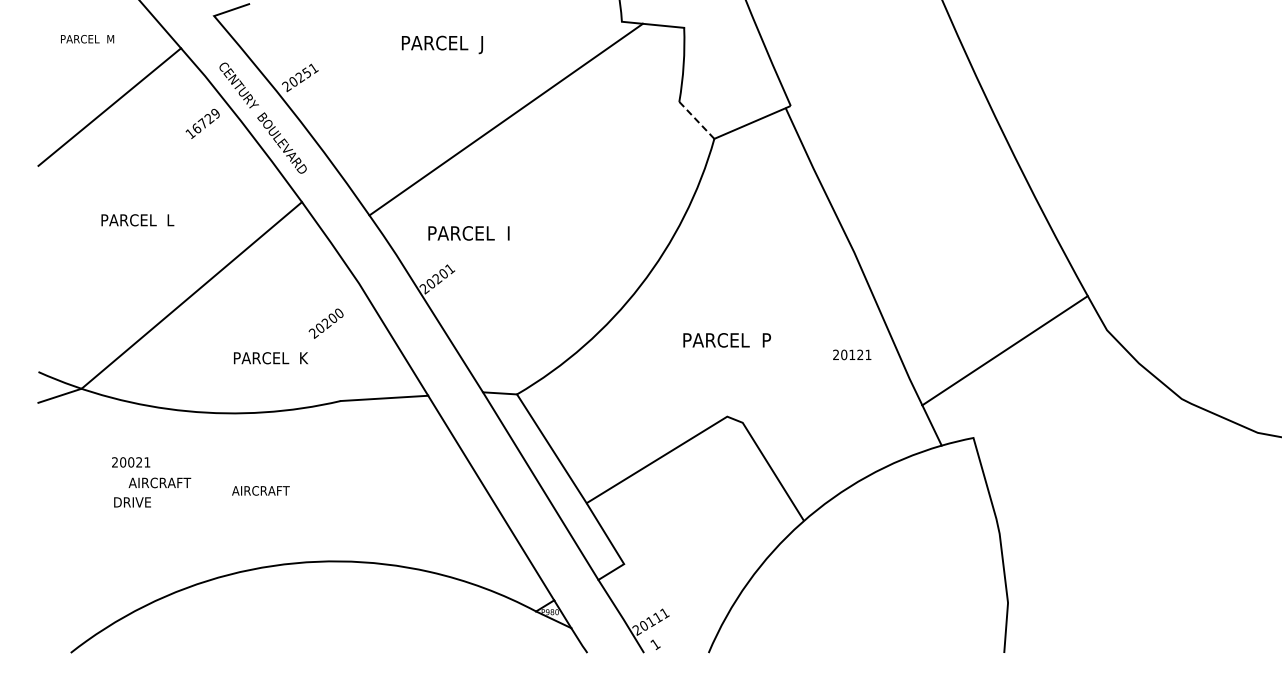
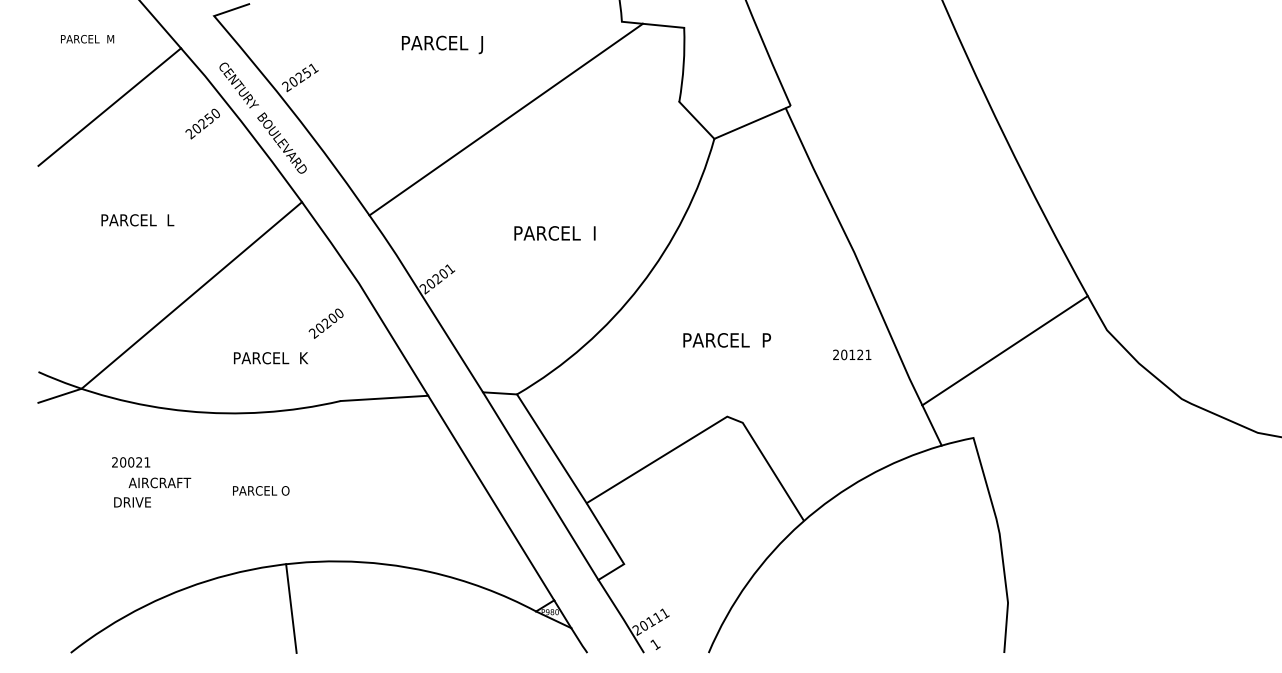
line at (697, 120): dashed -> solid
text at (202, 124): 16729 -> 20250
text at (468, 233) position: (468, 233) -> (554, 233)
text at (260, 490): AIRCRAFT -> PARCEL O
line at (291, 608): none -> present
